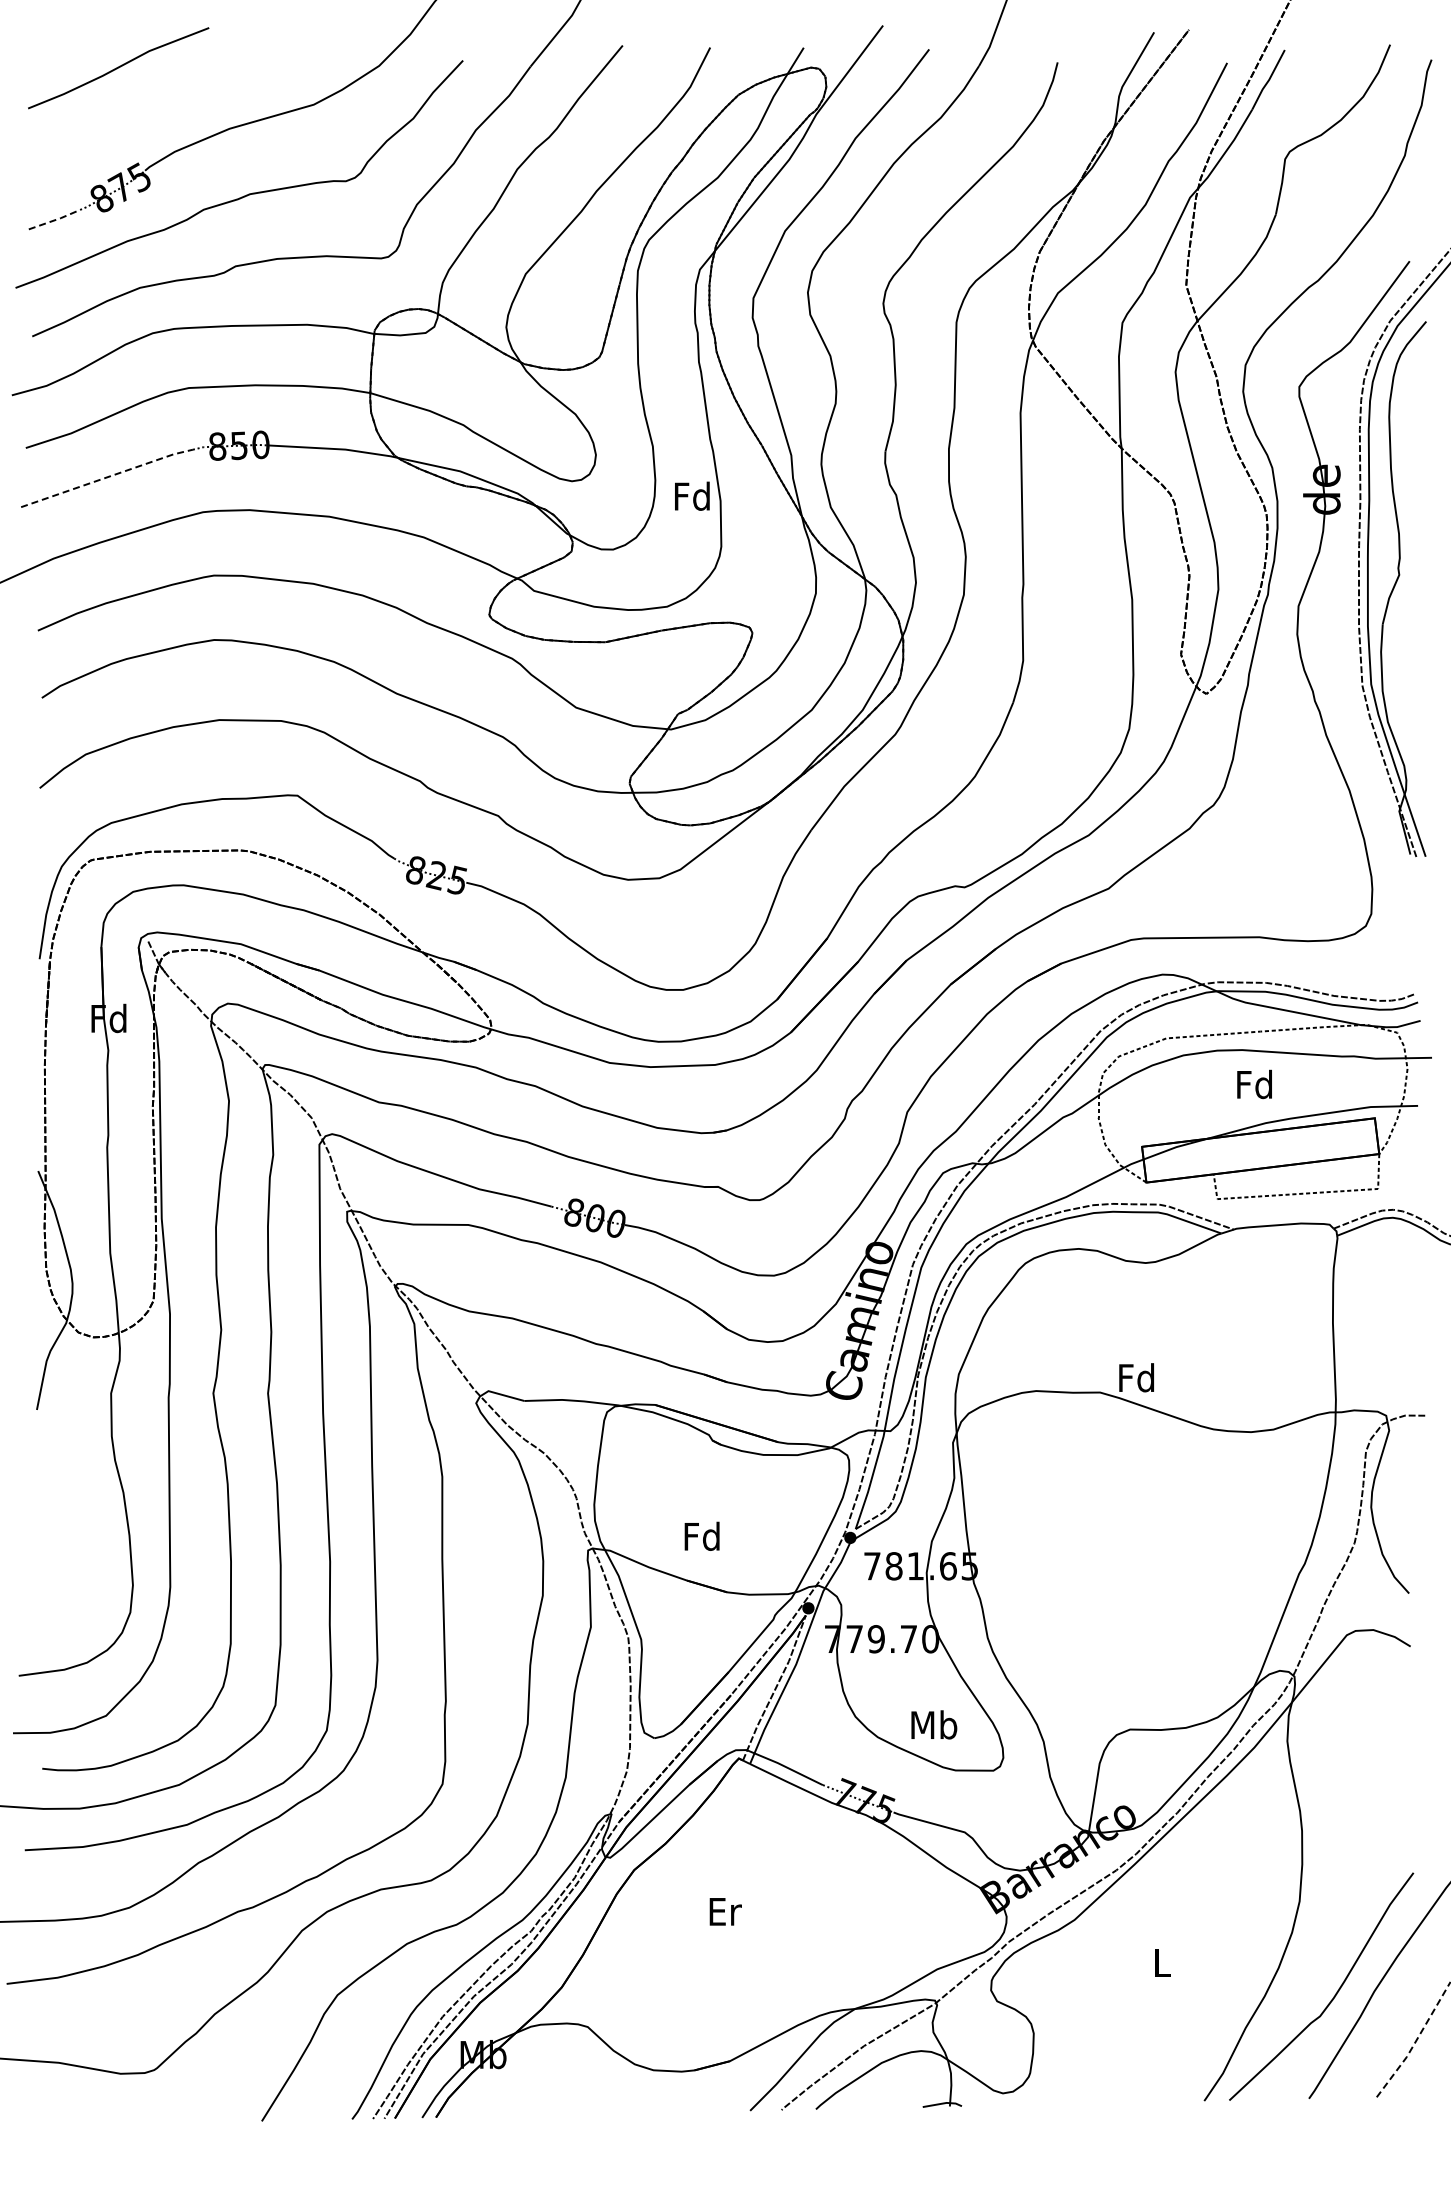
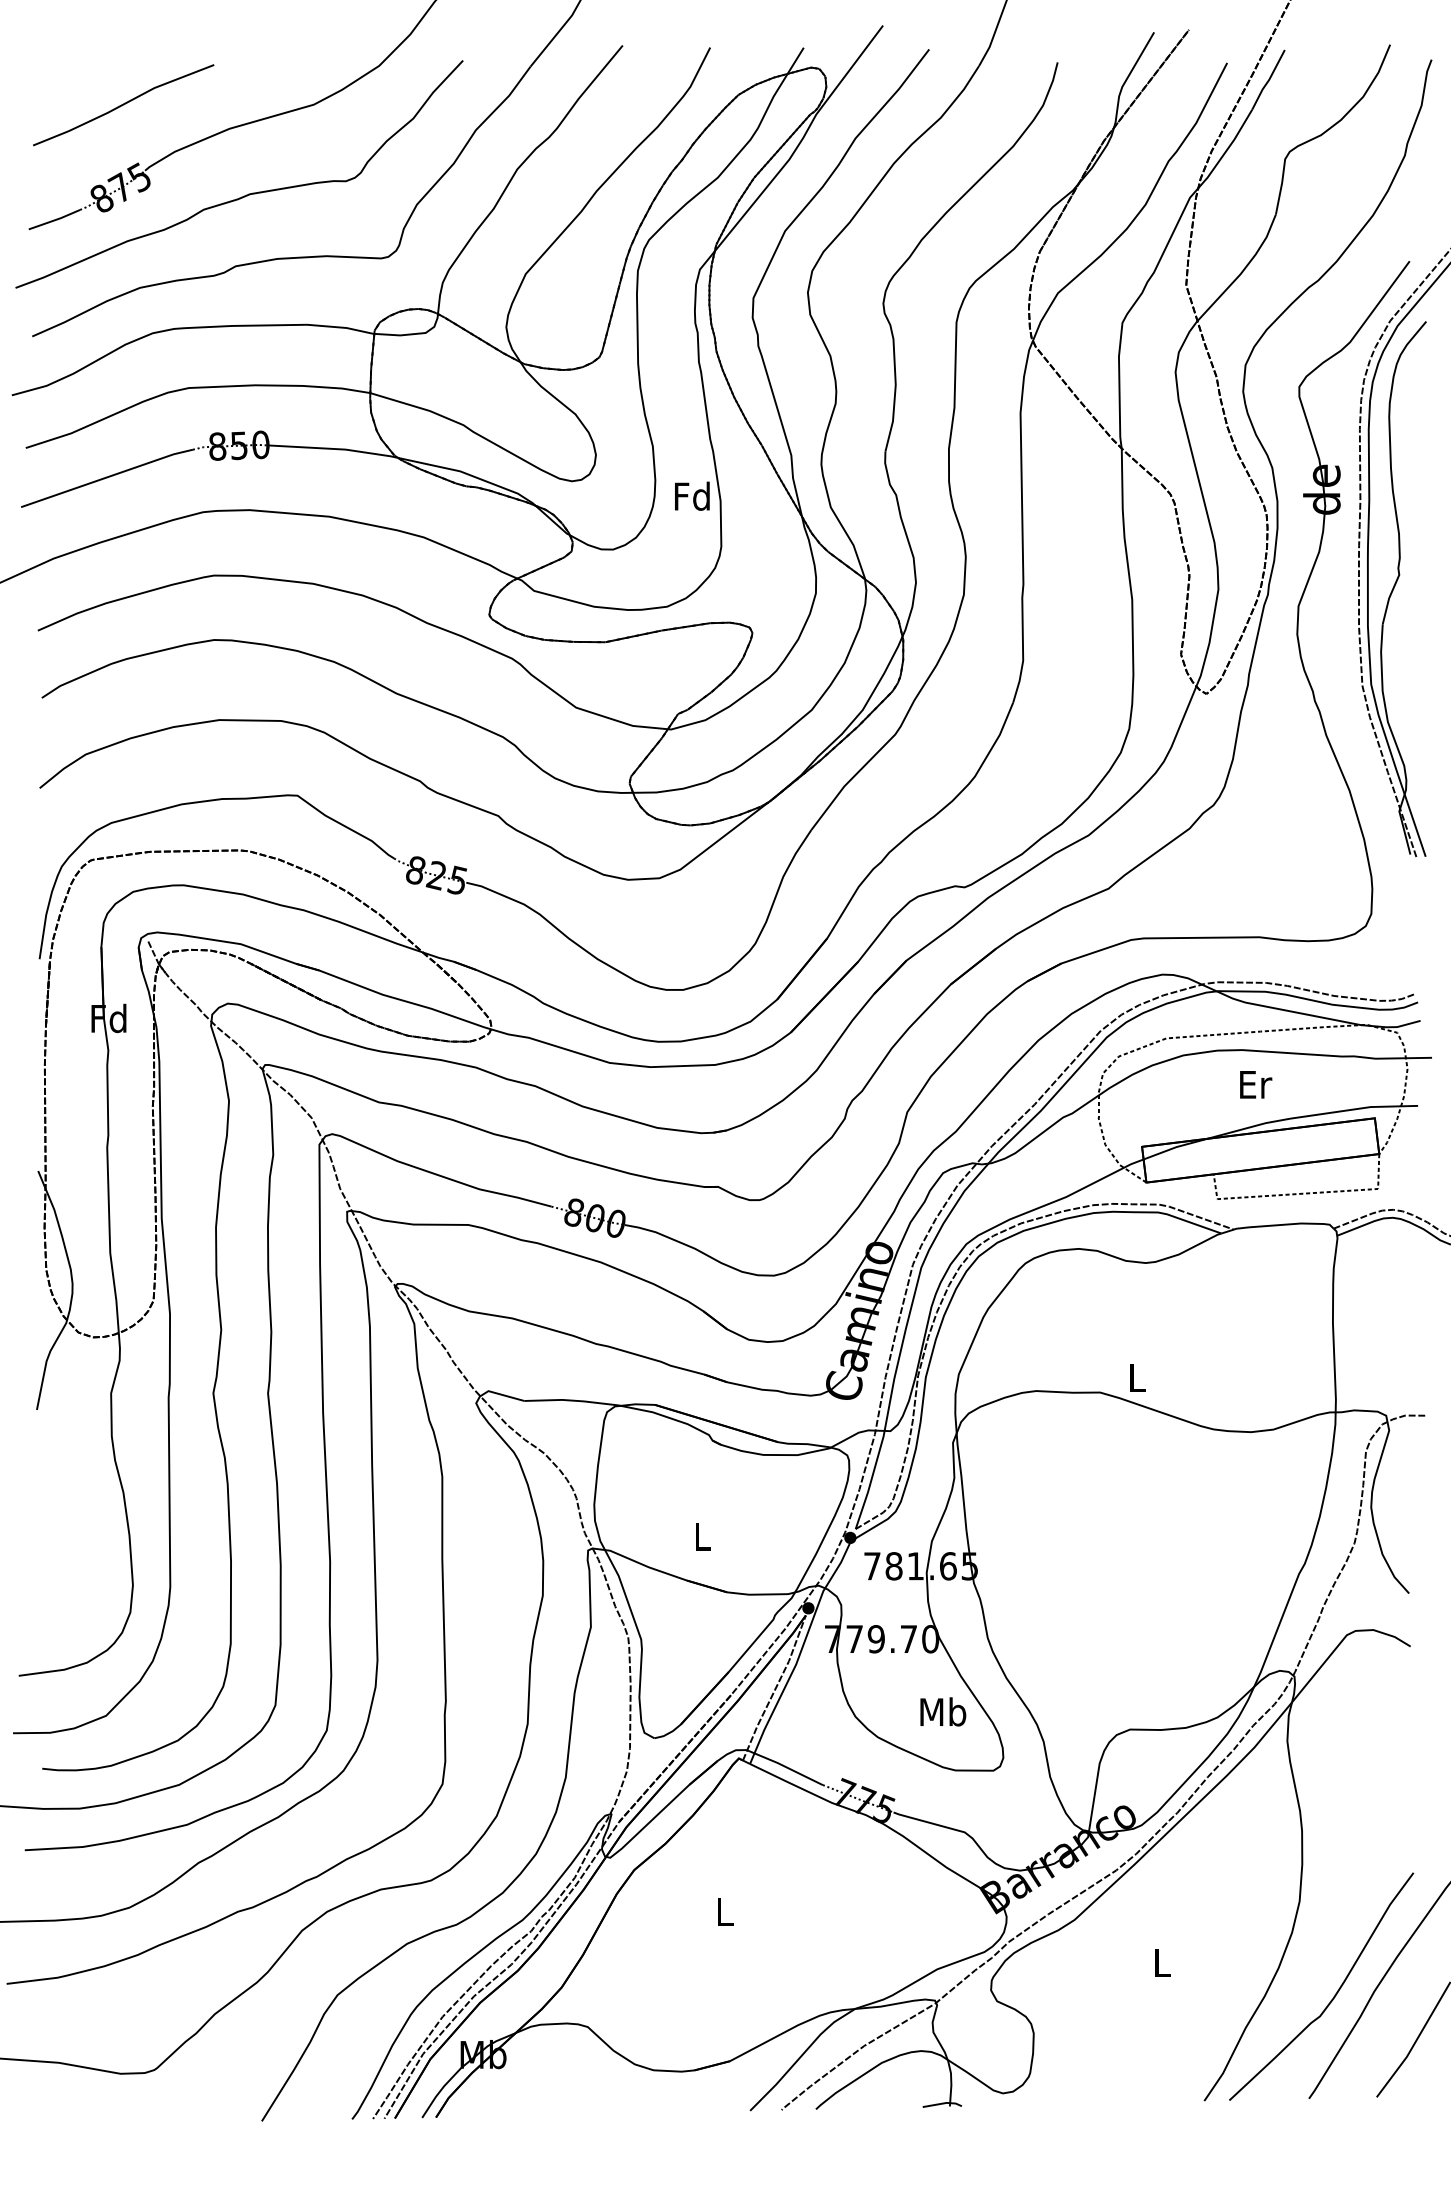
line at (118, 68) position: (118, 68) -> (123, 105)
line at (55, 220): dashed -> solid
line at (107, 477): dashed -> solid
text at (1254, 1084): Fd -> Er
text at (1136, 1377): Fd -> L
text at (701, 1535): Fd -> L
text at (934, 1724) position: (934, 1724) -> (943, 1711)
text at (725, 1911): Er -> L
line at (1415, 2041): dashed -> solid
